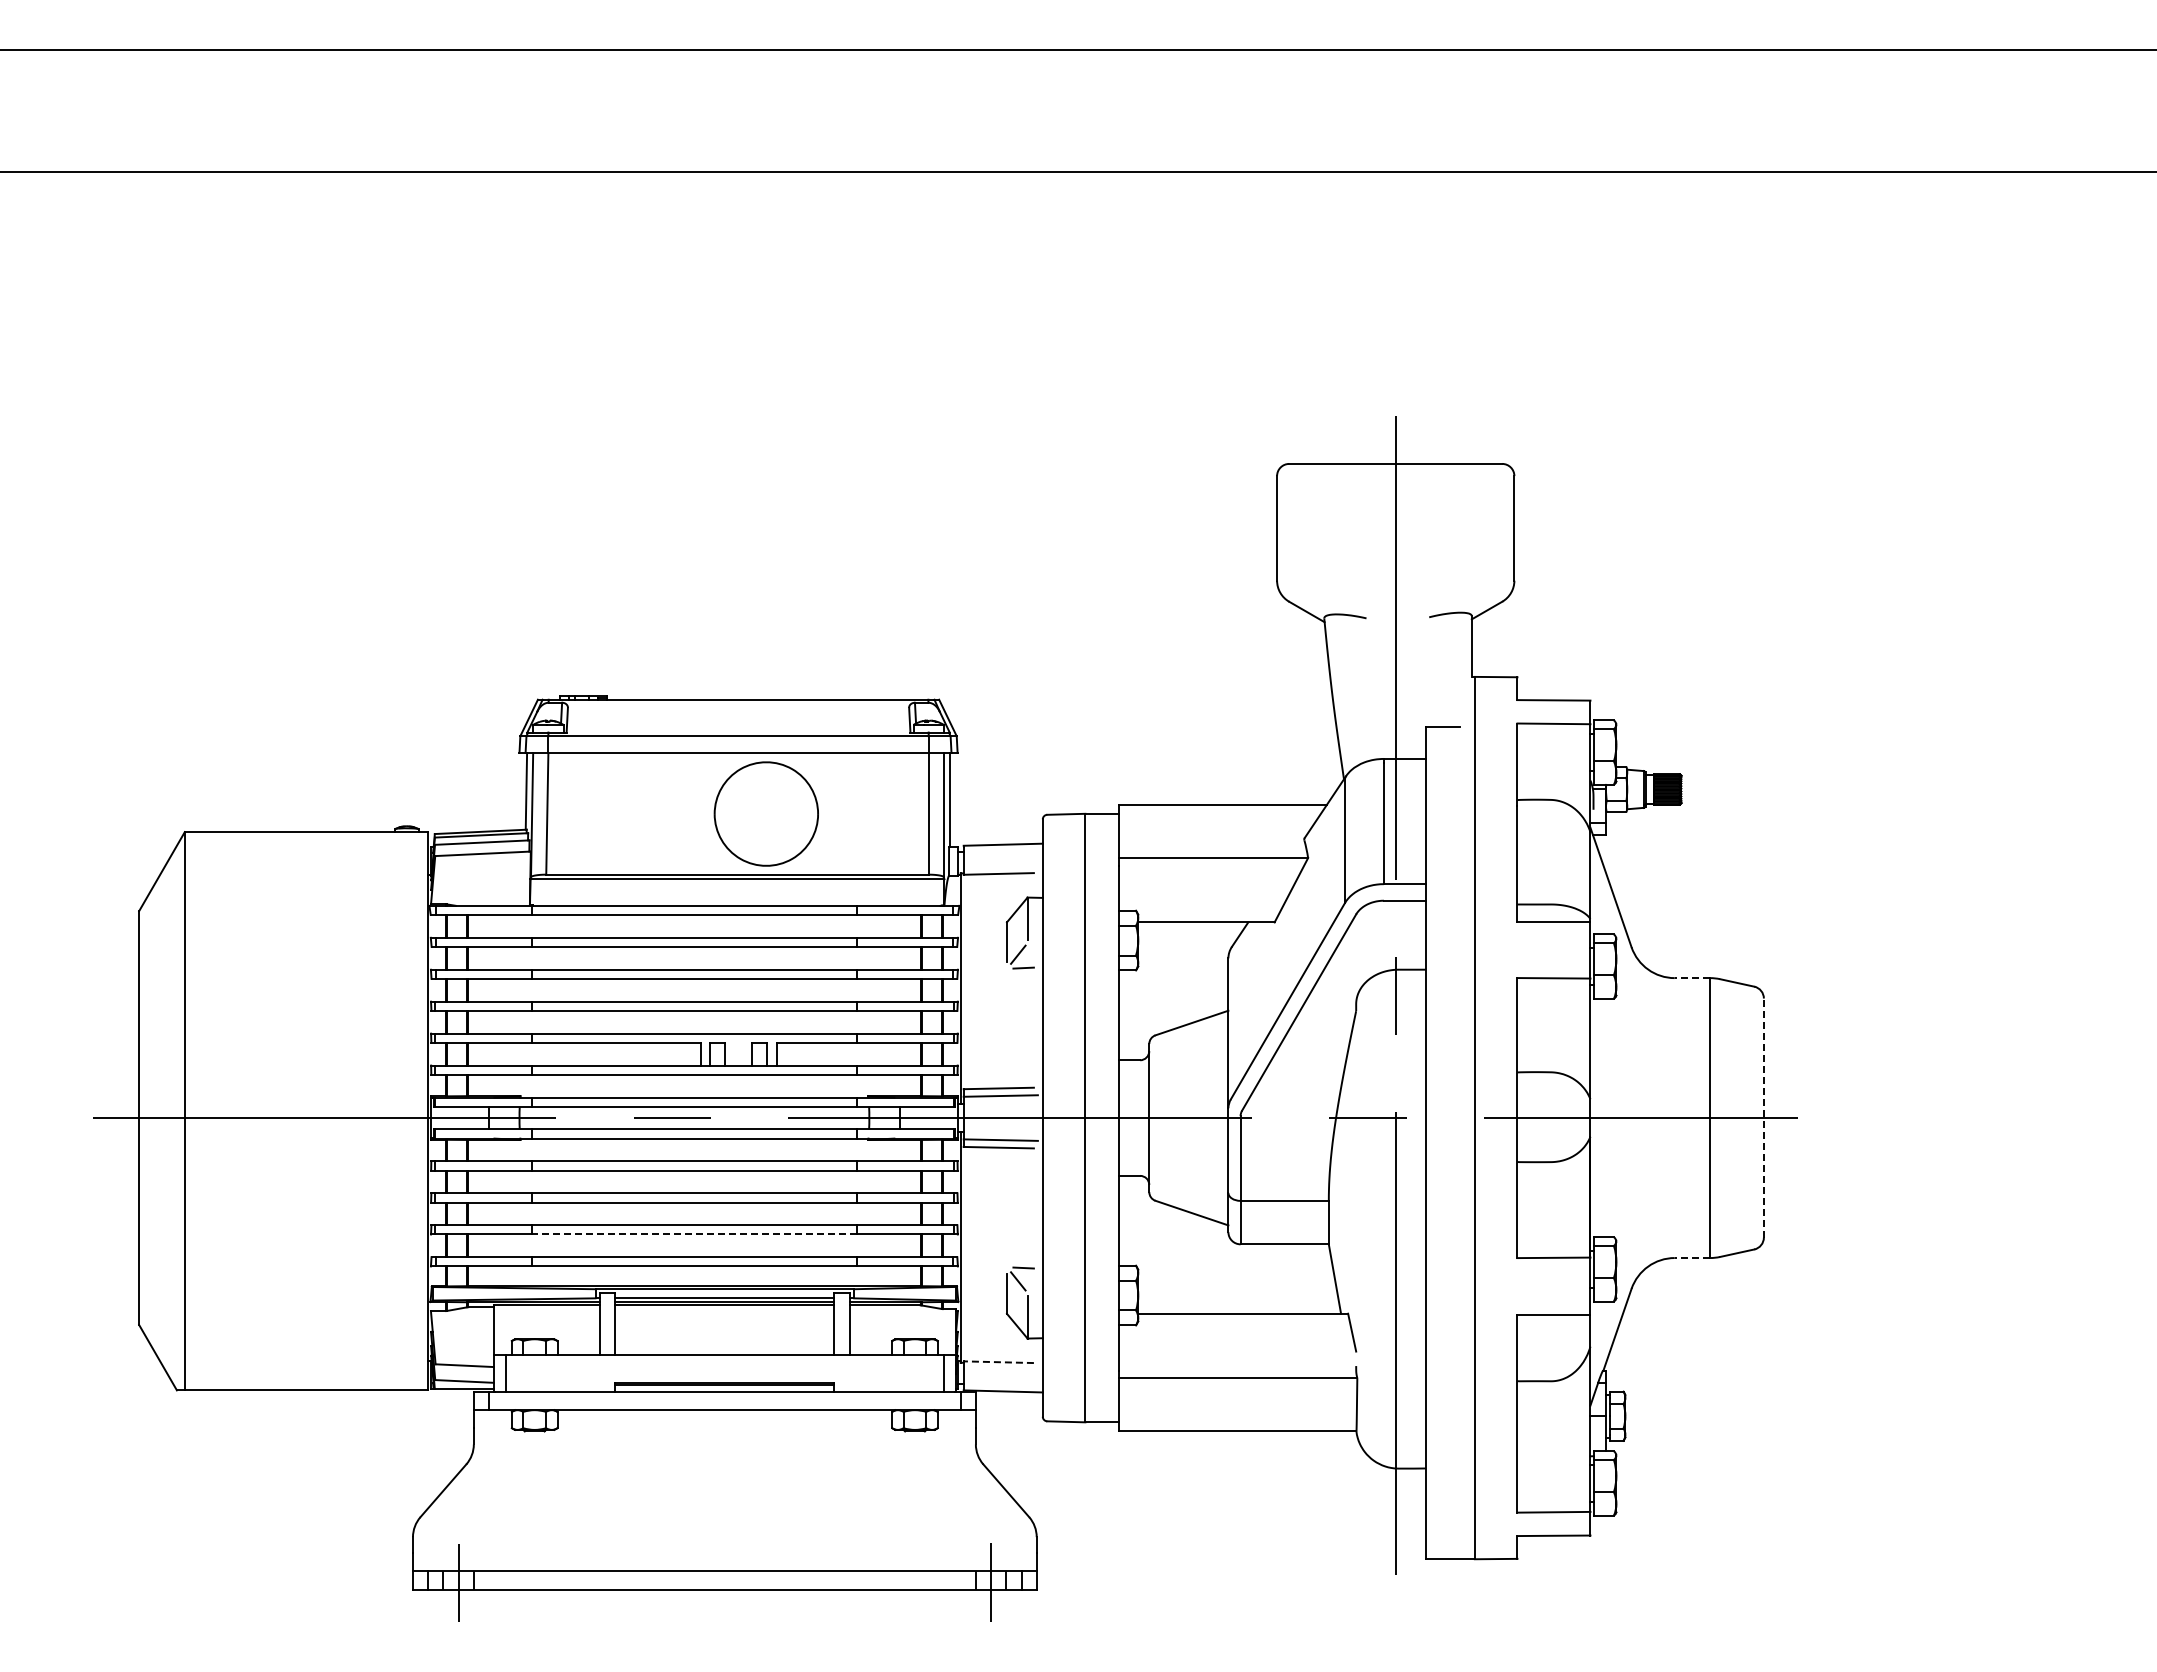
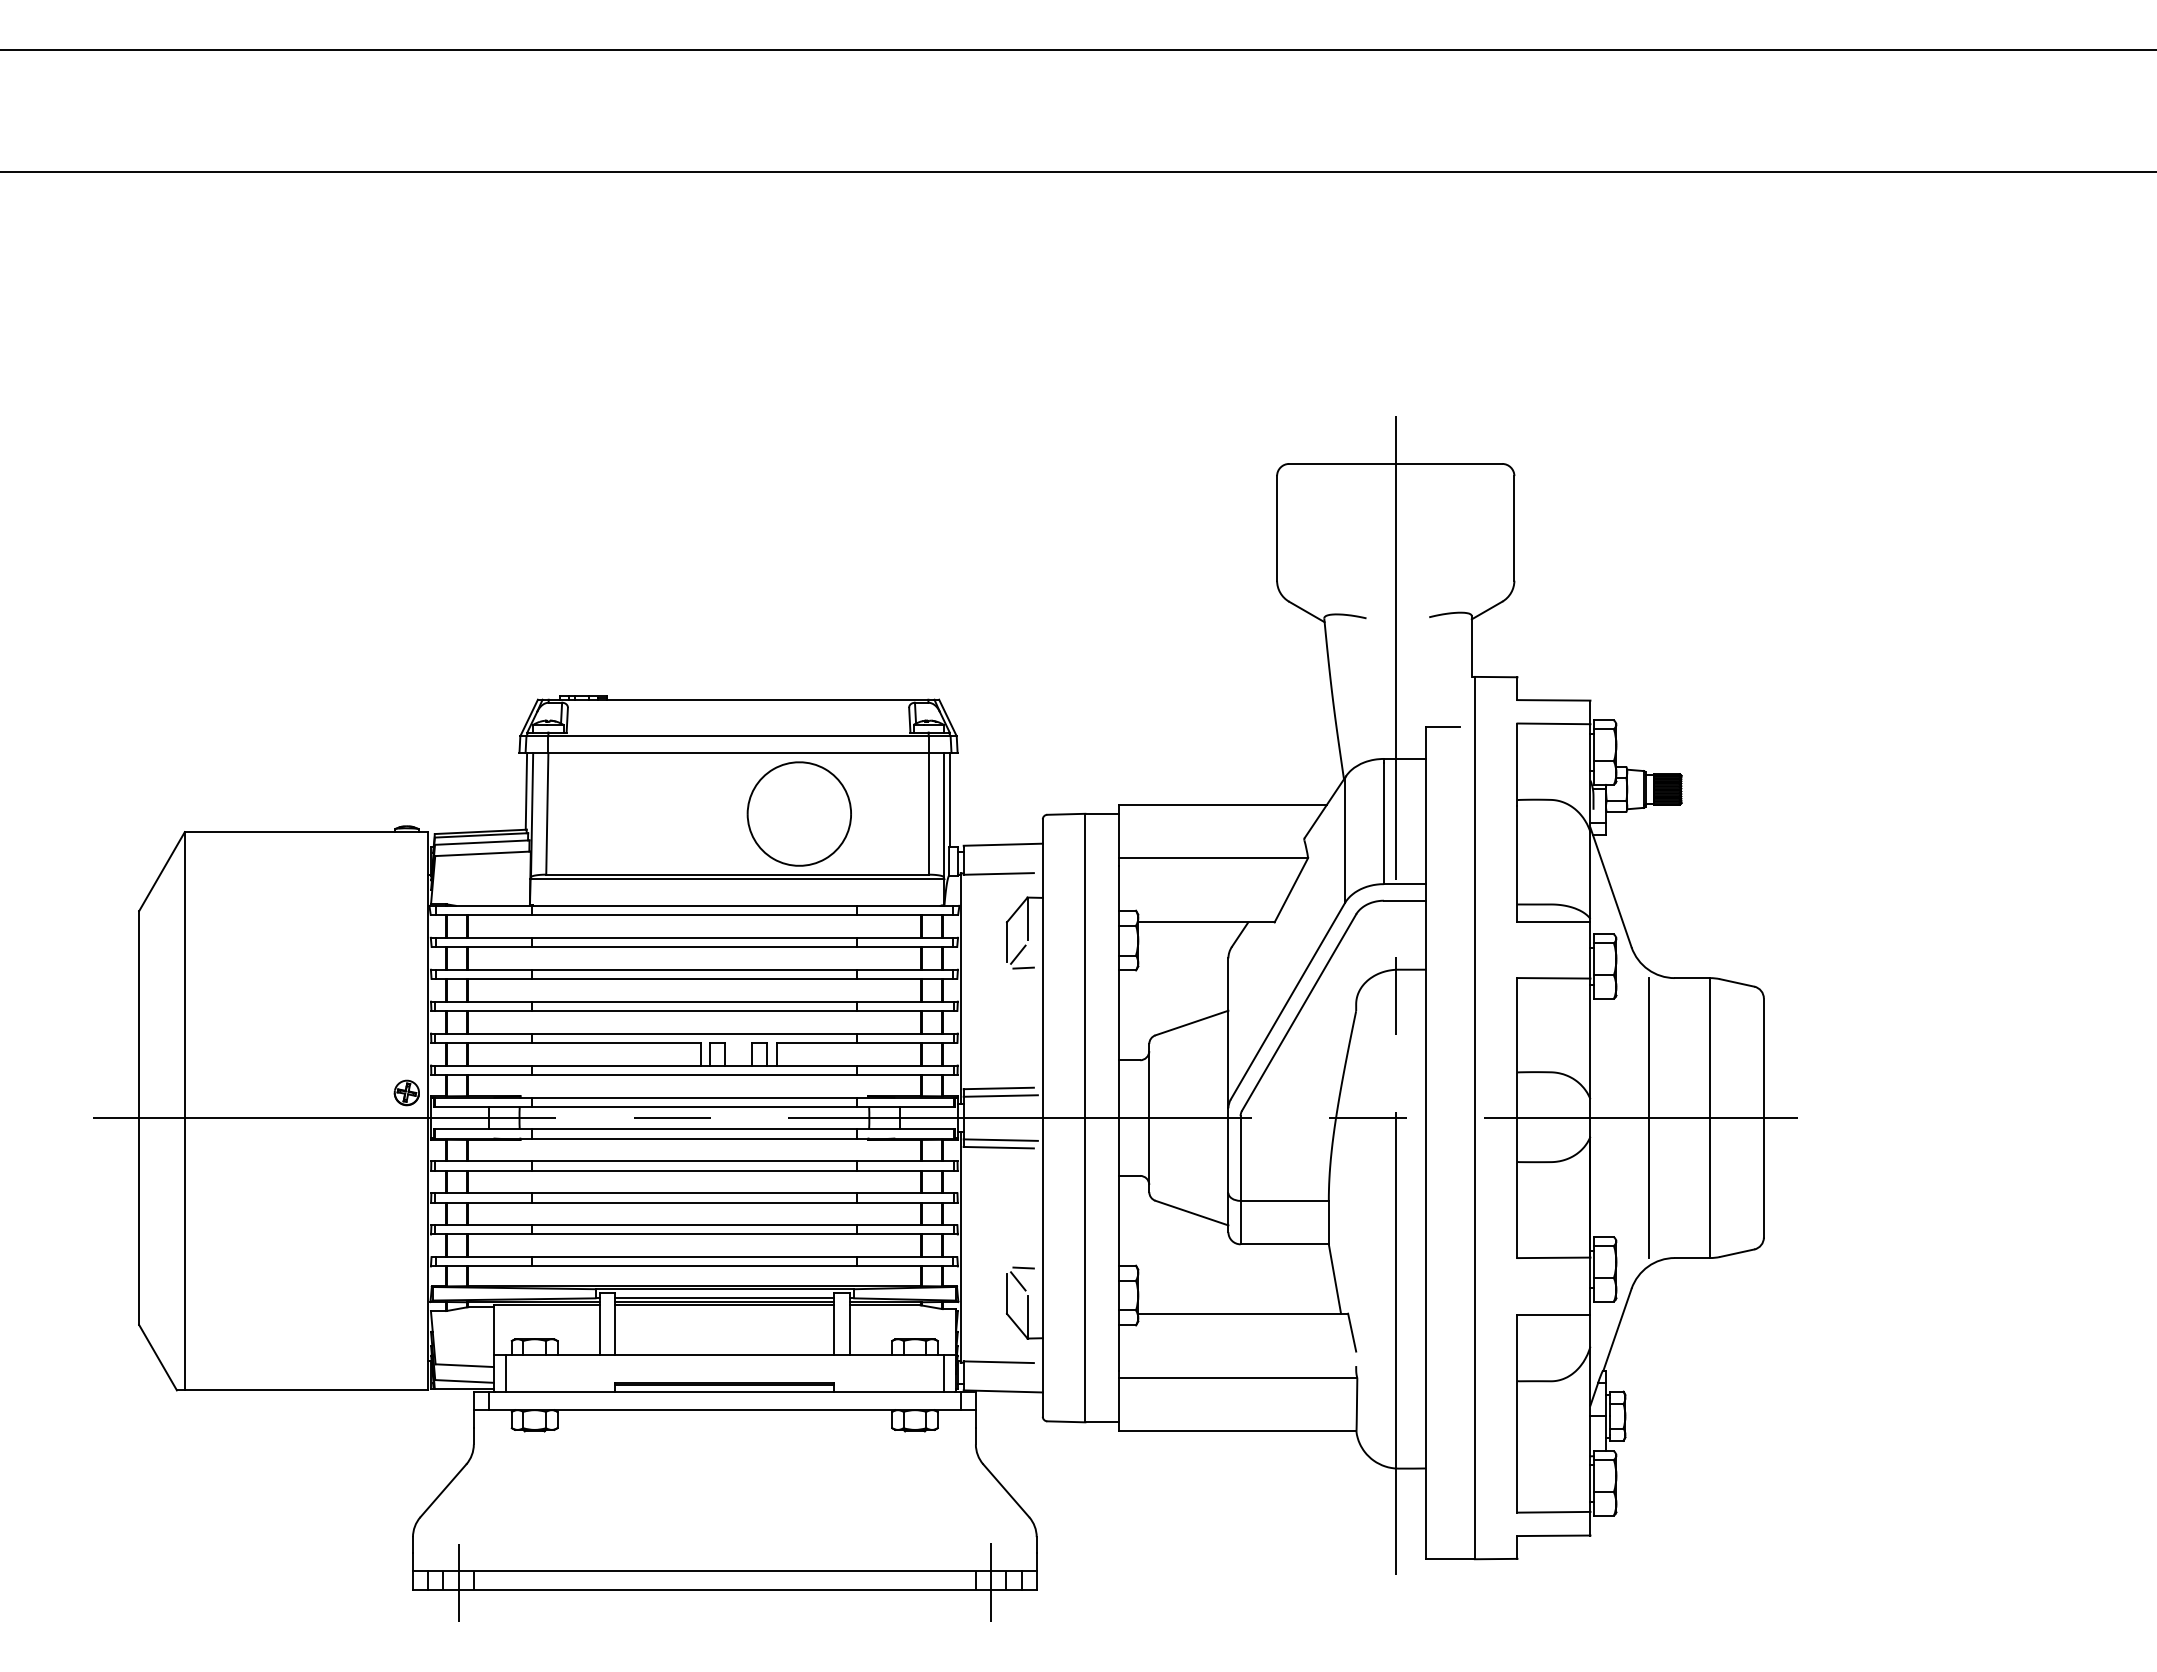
part at (765, 813) position: (765, 813) -> (798, 813)
line at (1692, 978): dashed -> solid
part at (406, 1092): none -> present
line at (1648, 1118): none -> present
line at (1763, 1118): dashed -> solid
line at (694, 1234): dashed -> solid
line at (1692, 1258): dashed -> solid
line at (998, 1362): dashed -> solid
